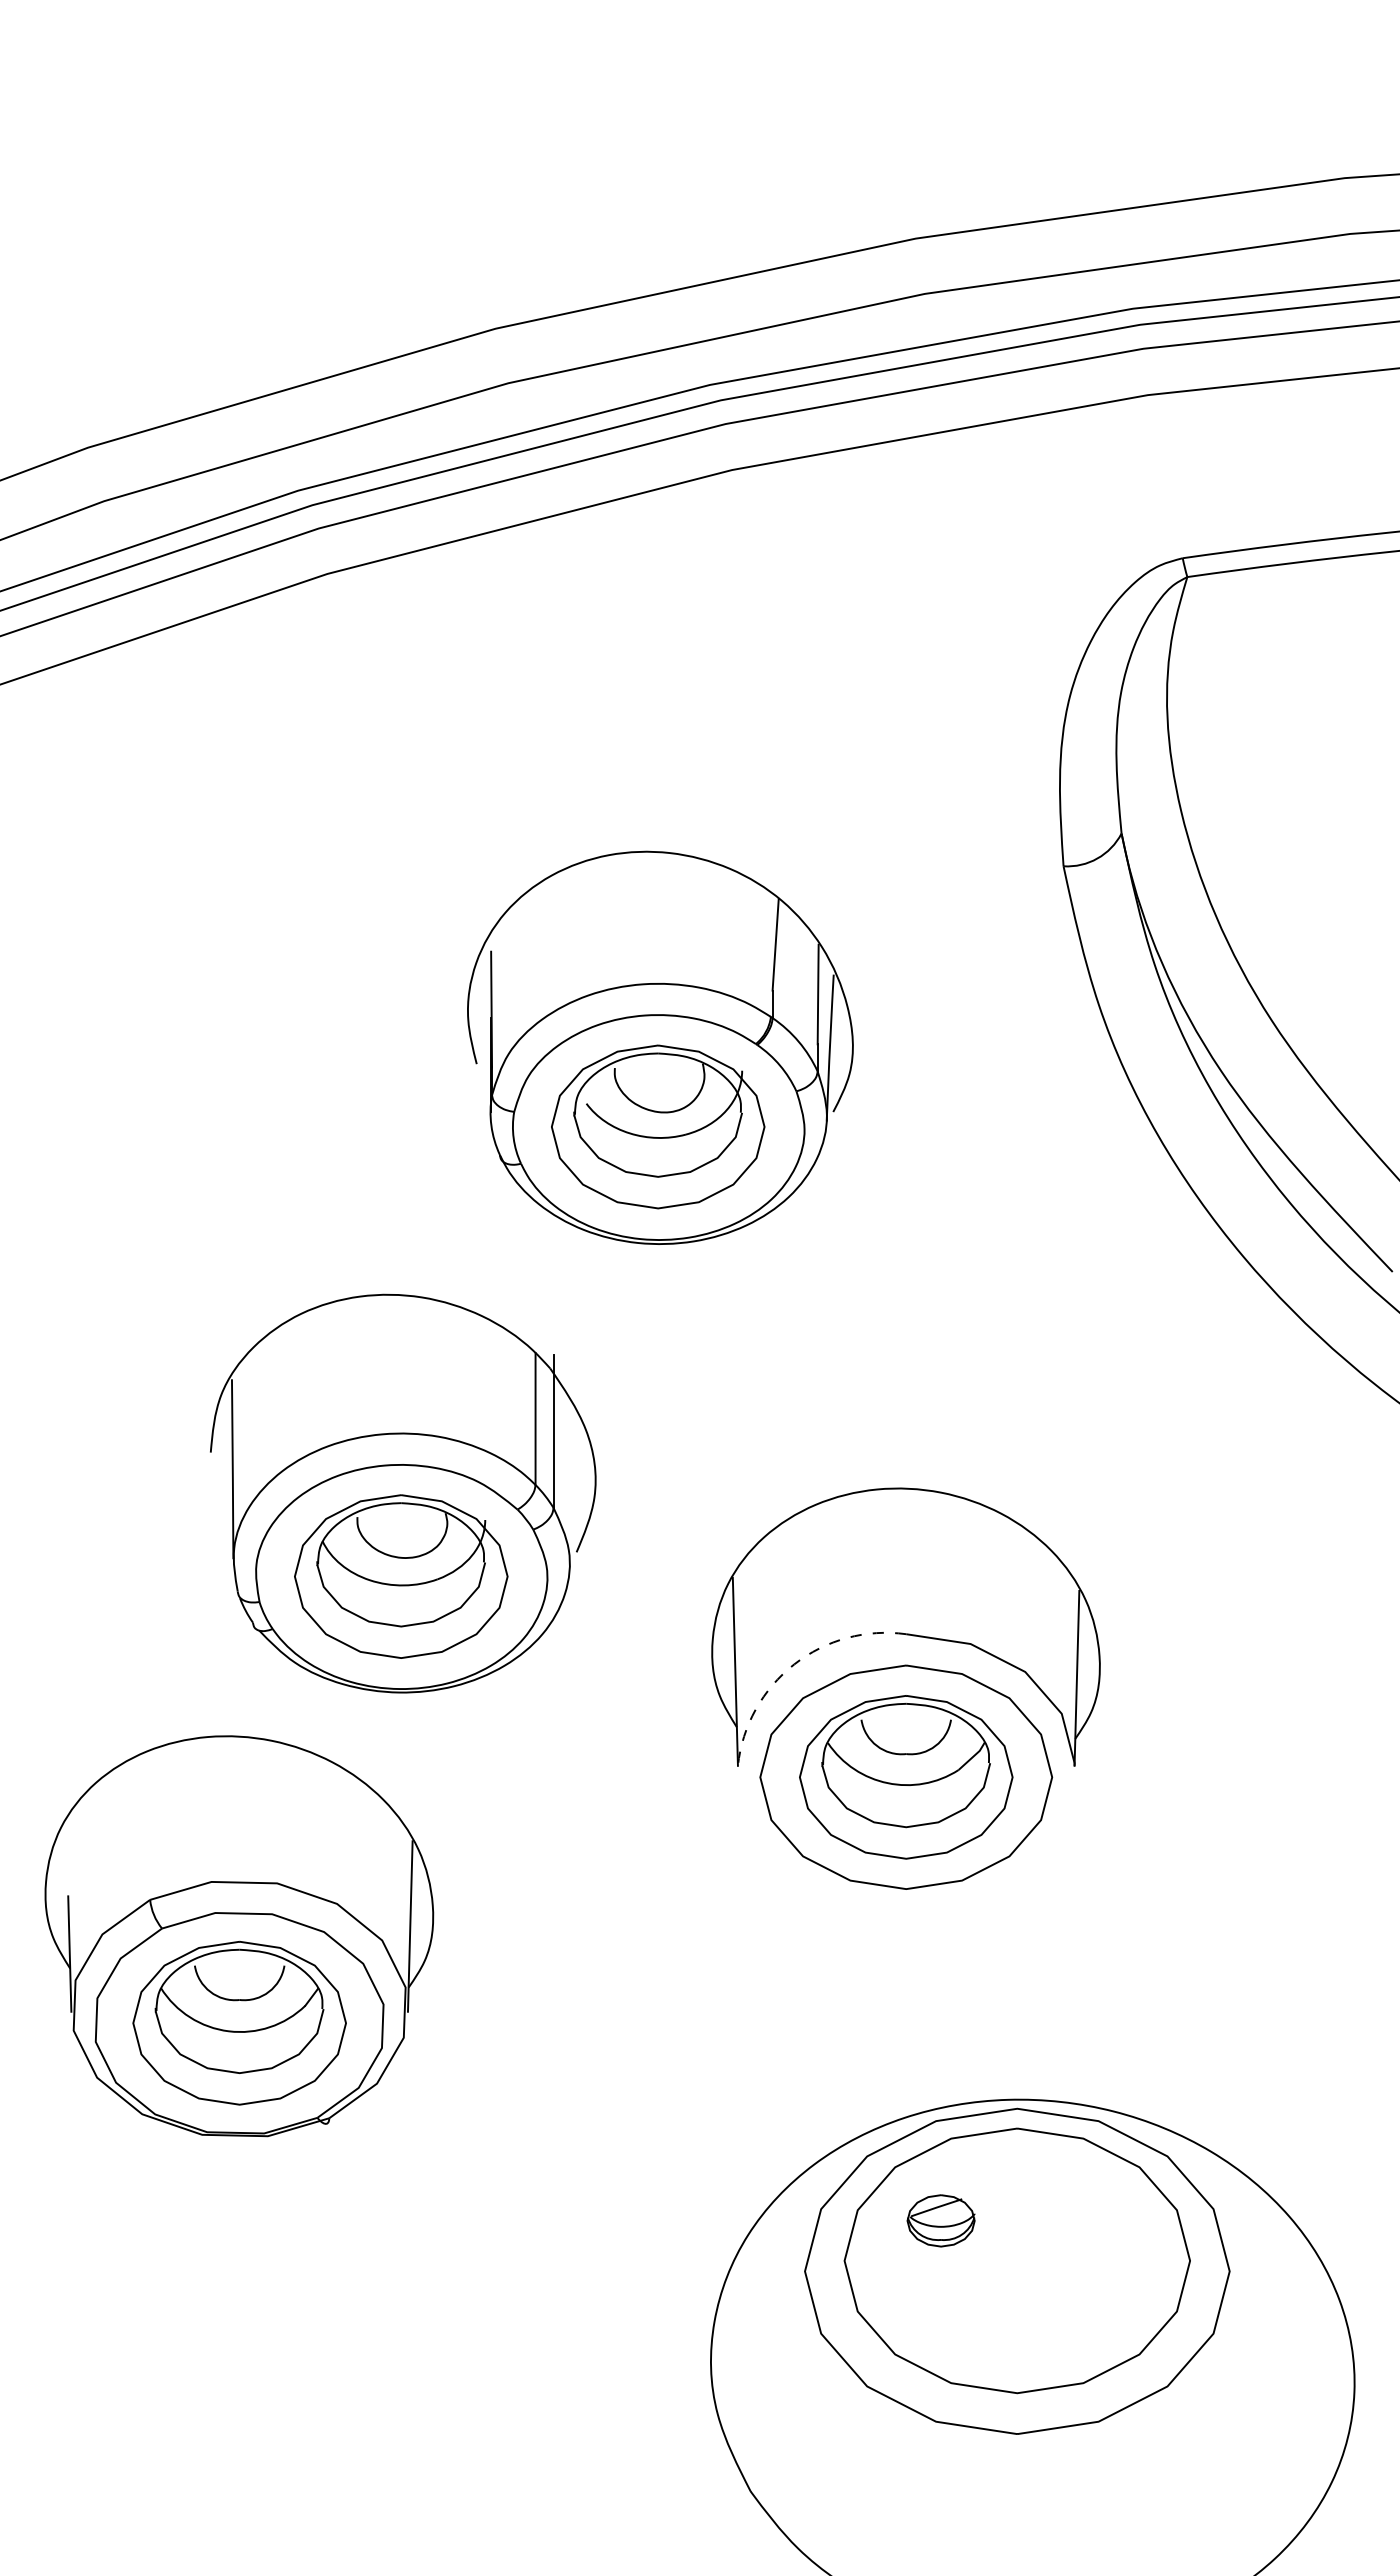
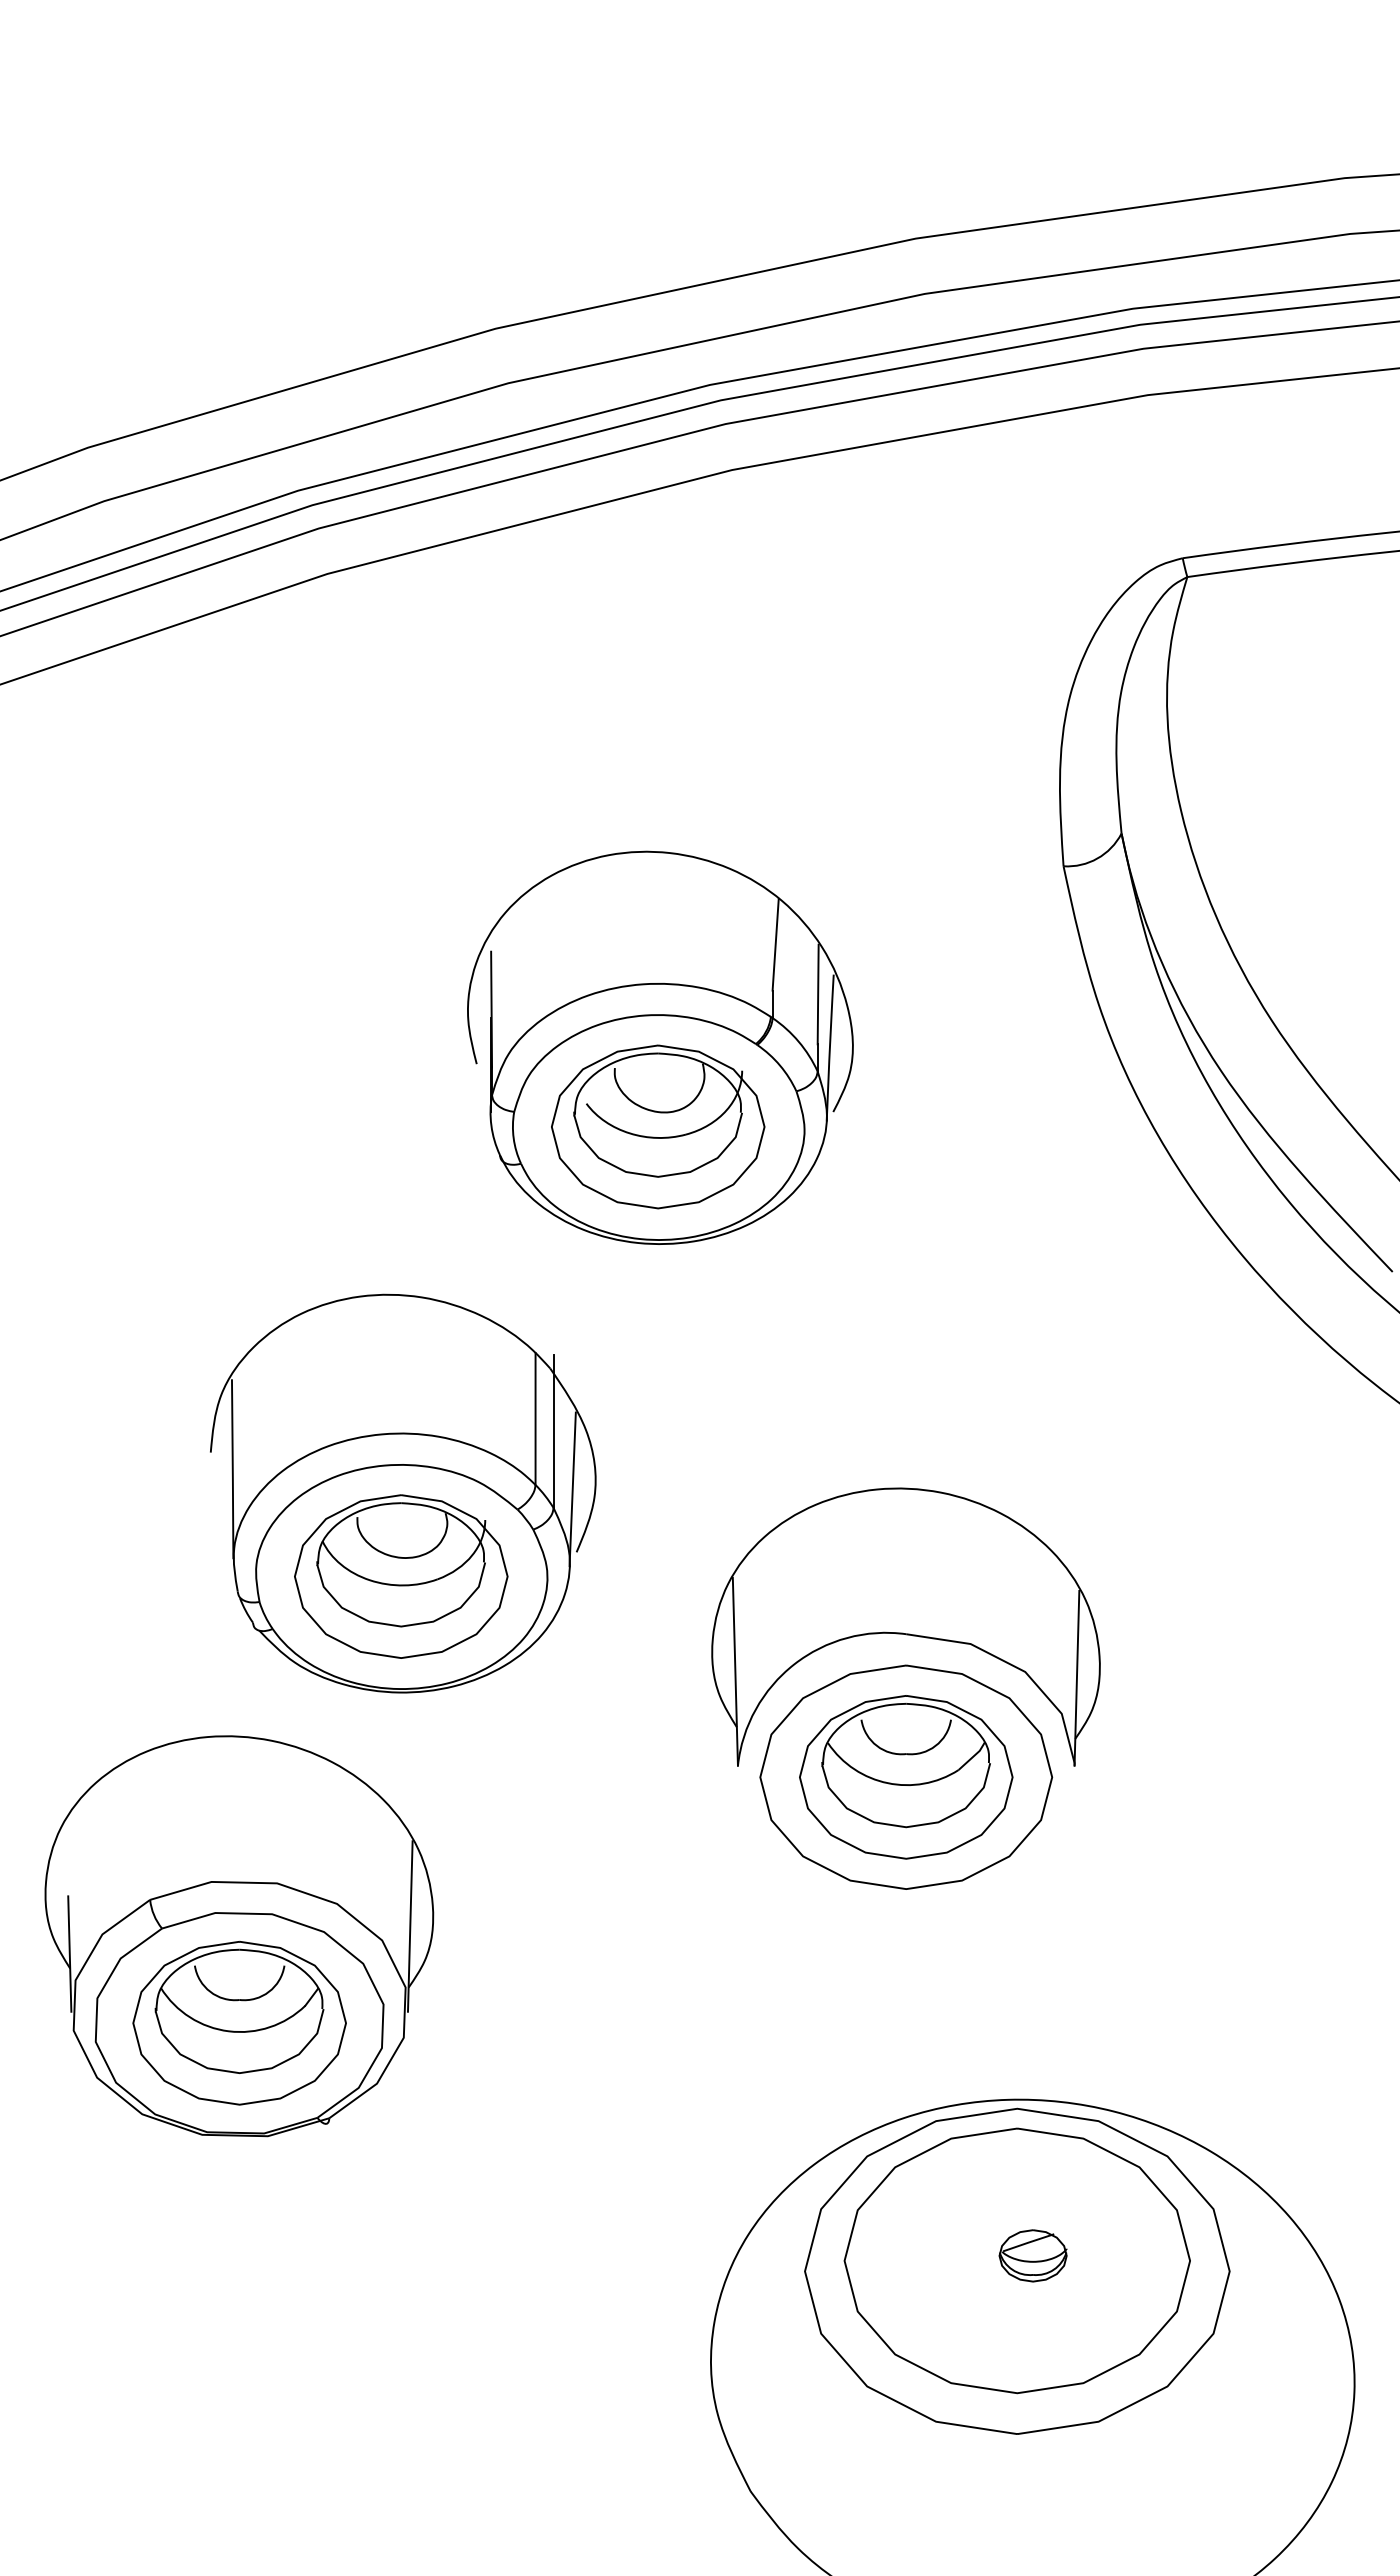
line at (572, 1489): none -> present
arc at (794, 1664): dashed -> solid
part at (940, 2220) position: (940, 2220) -> (1032, 2255)
